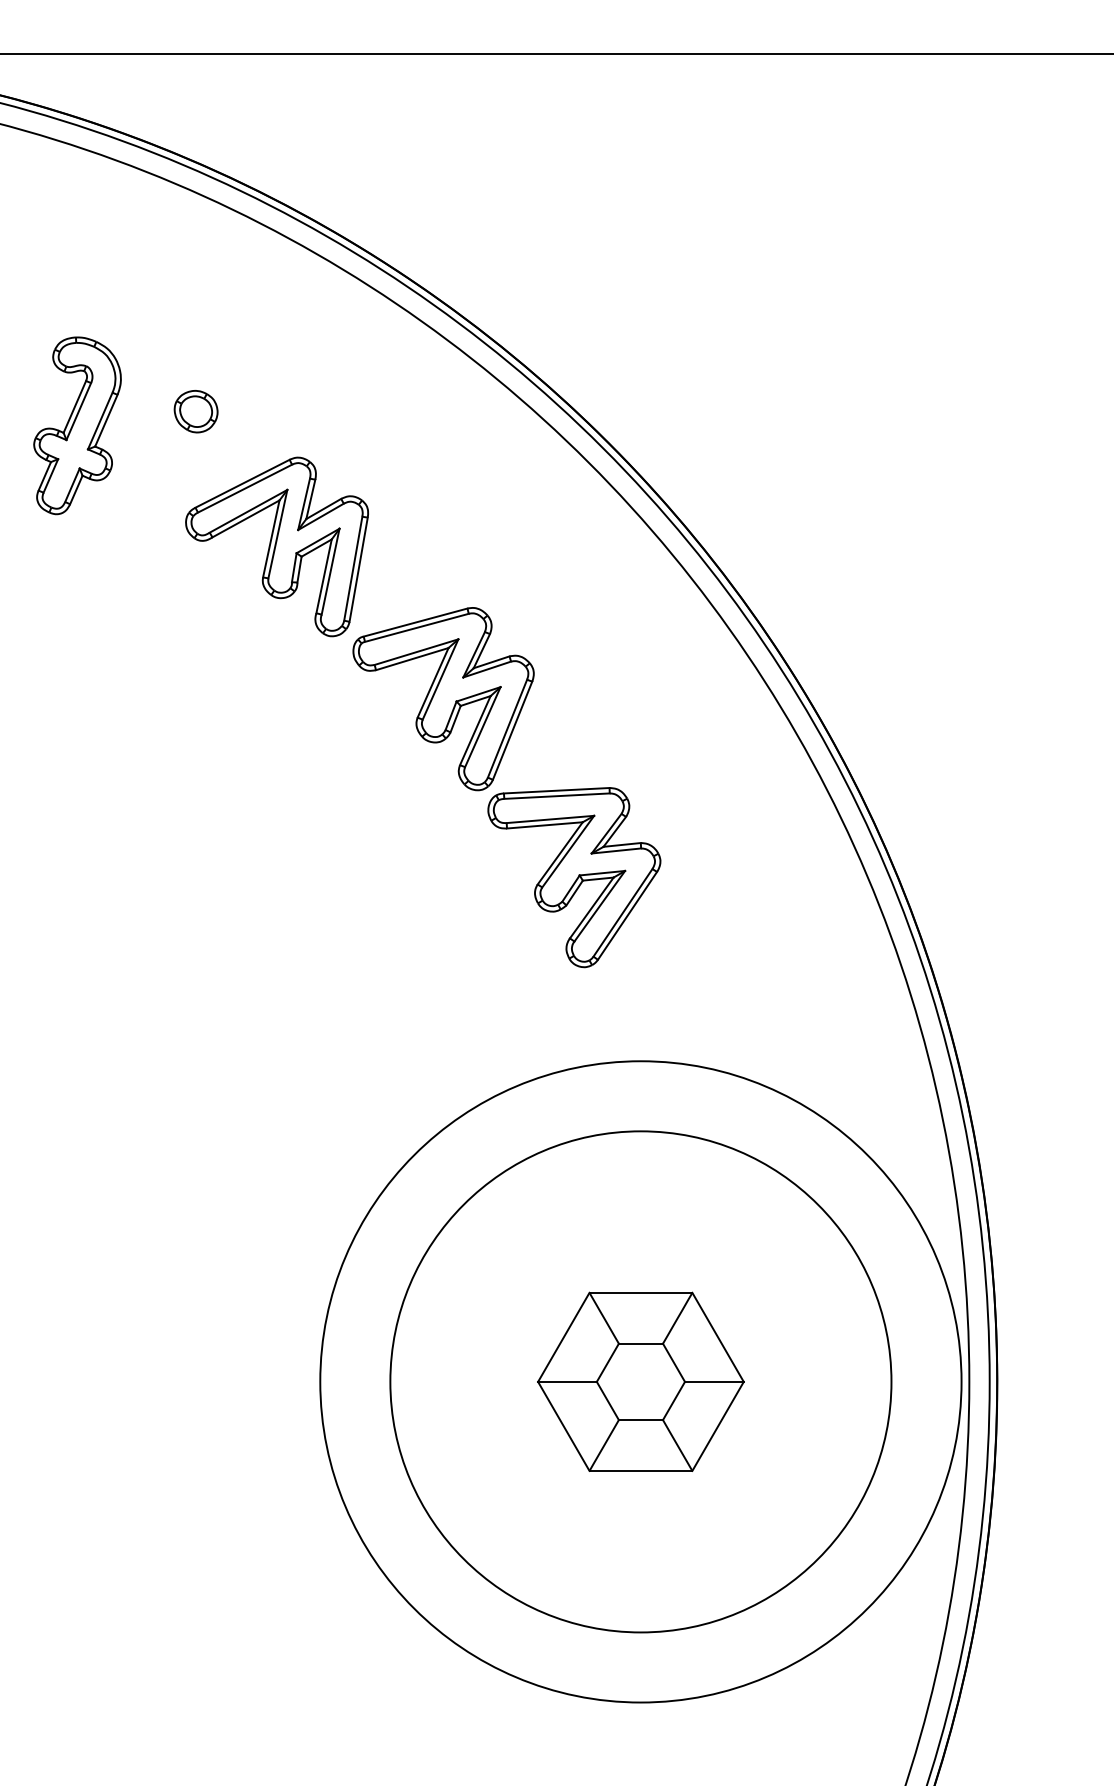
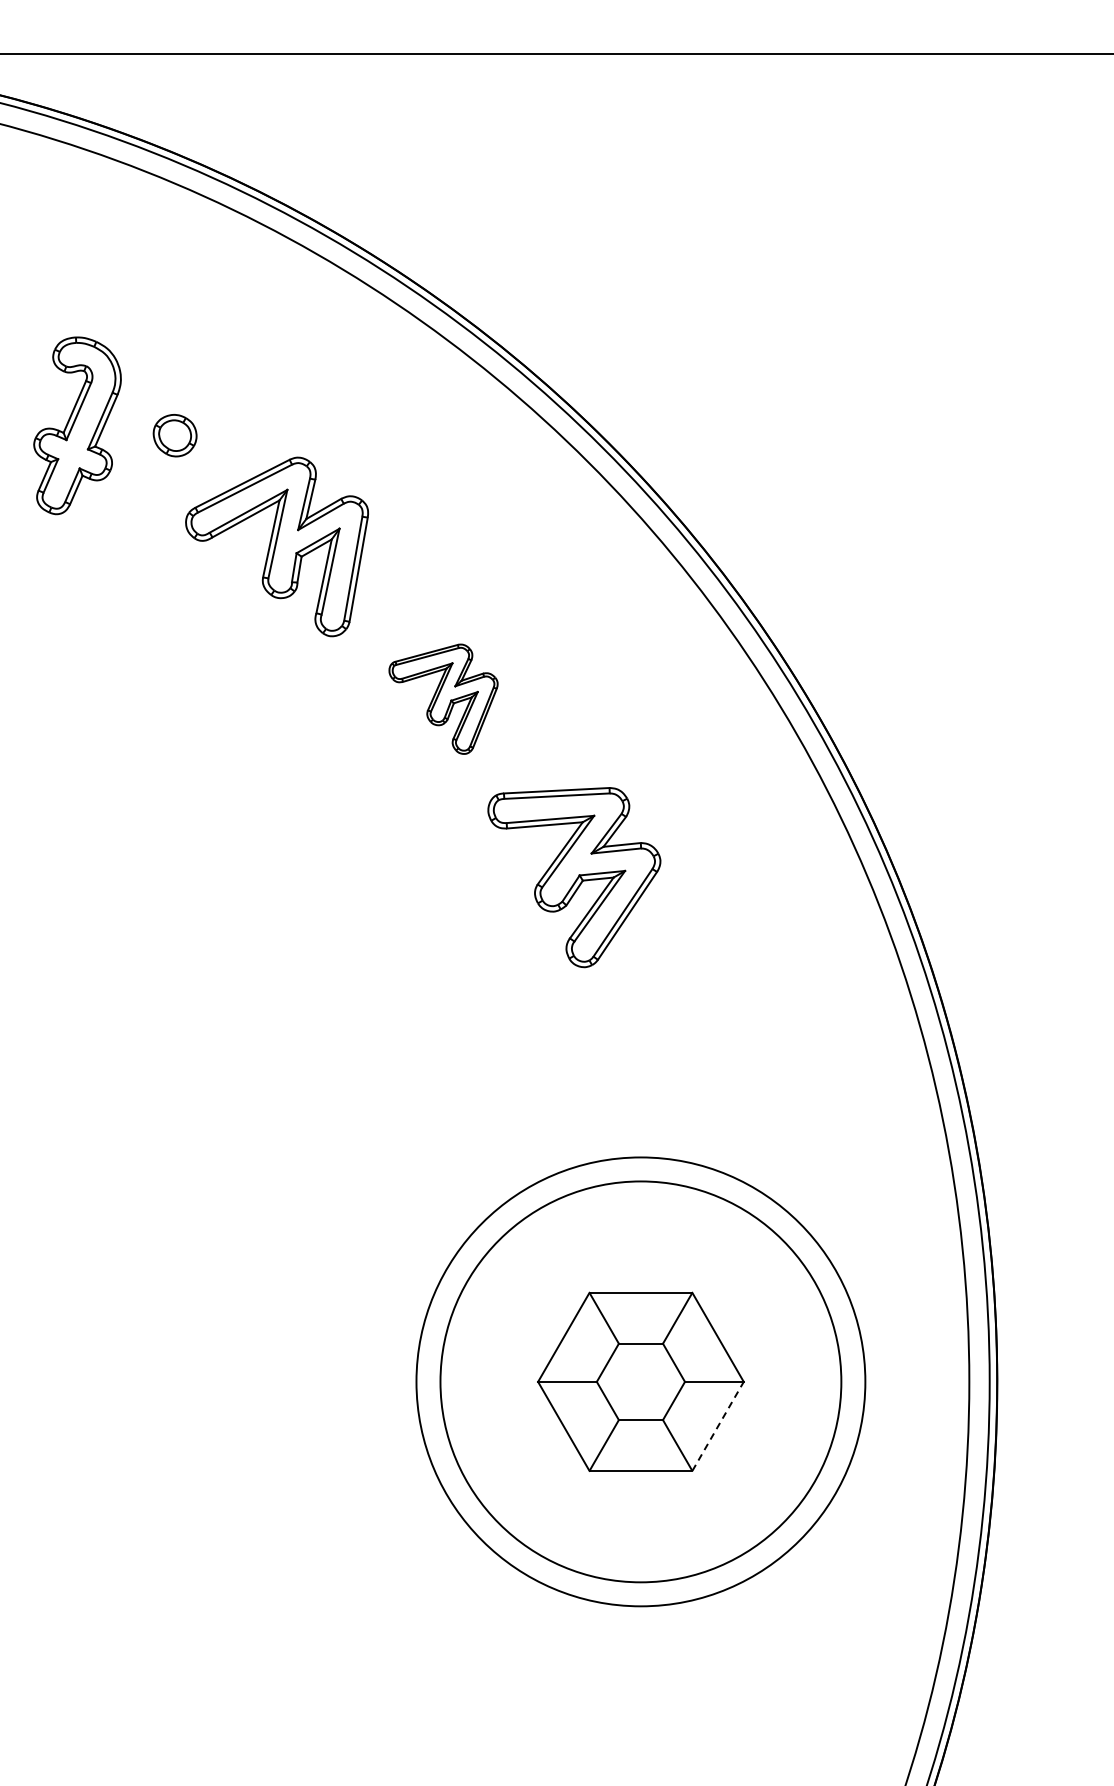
part at (195, 411) position: (195, 411) -> (174, 435)
part at (443, 699) size: 183x185 px -> 111x112 px
circle at (640, 1381) diameter: 501 px -> 401 px
circle at (640, 1381) diameter: 641 px -> 449 px
line at (718, 1425): solid -> dashed
